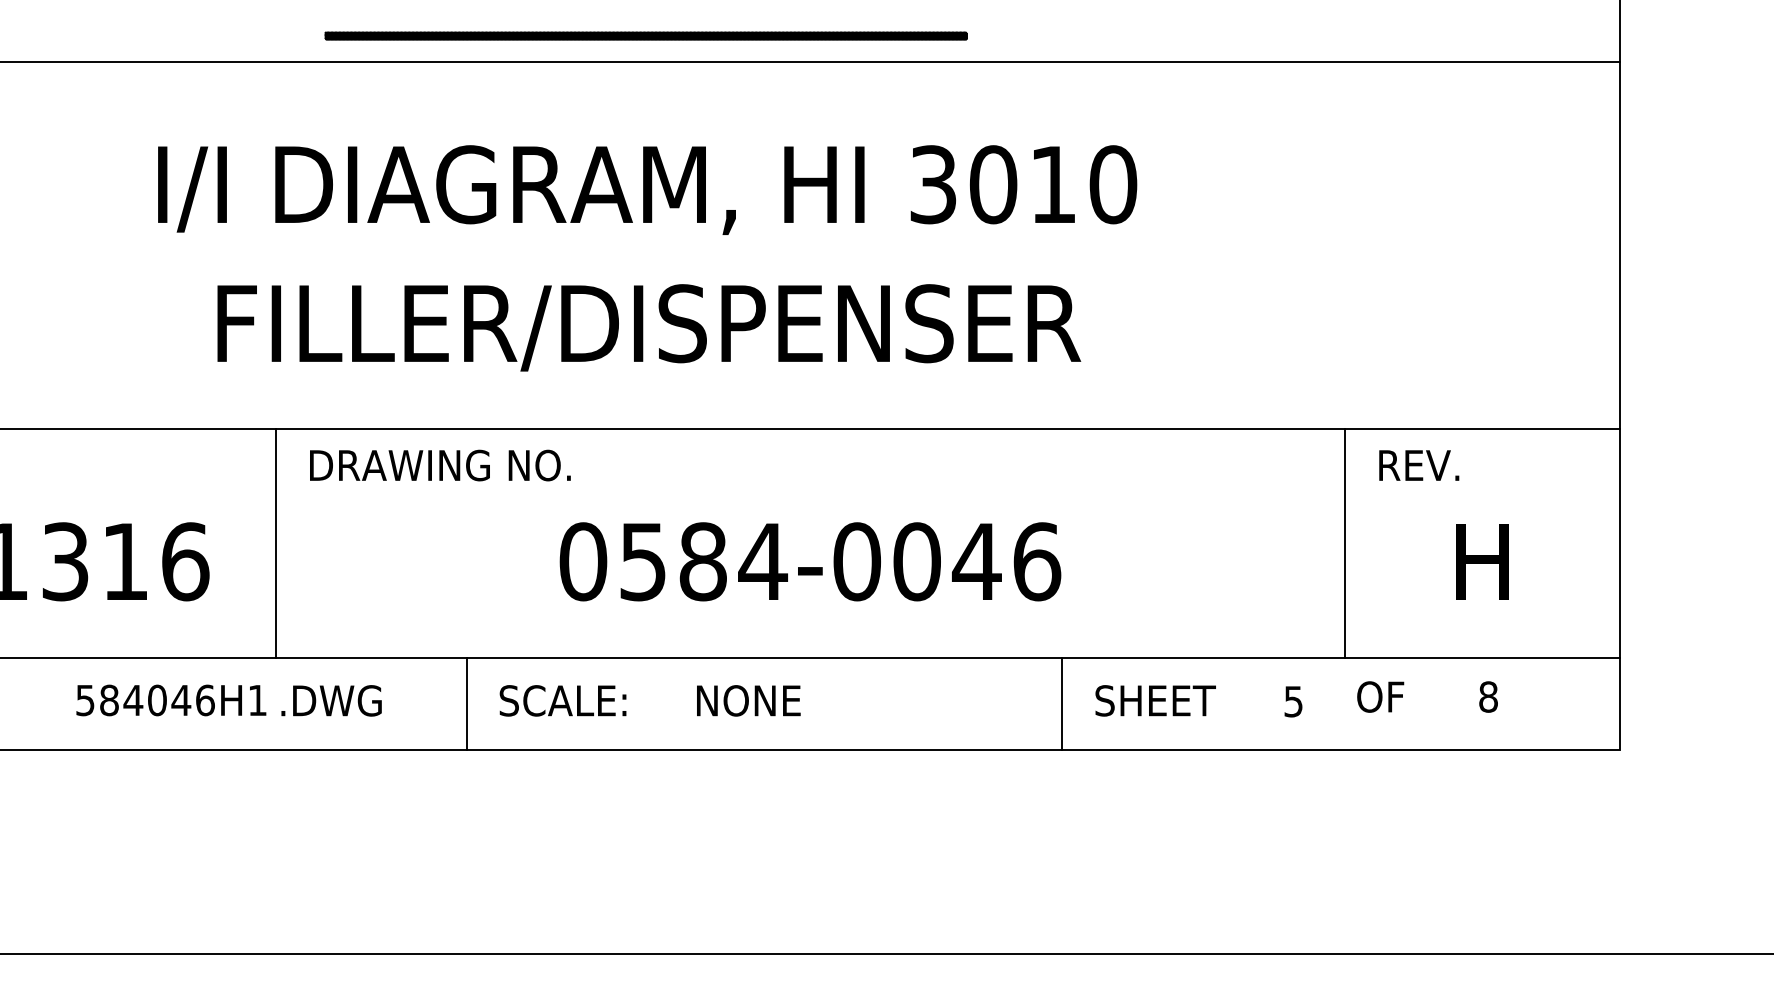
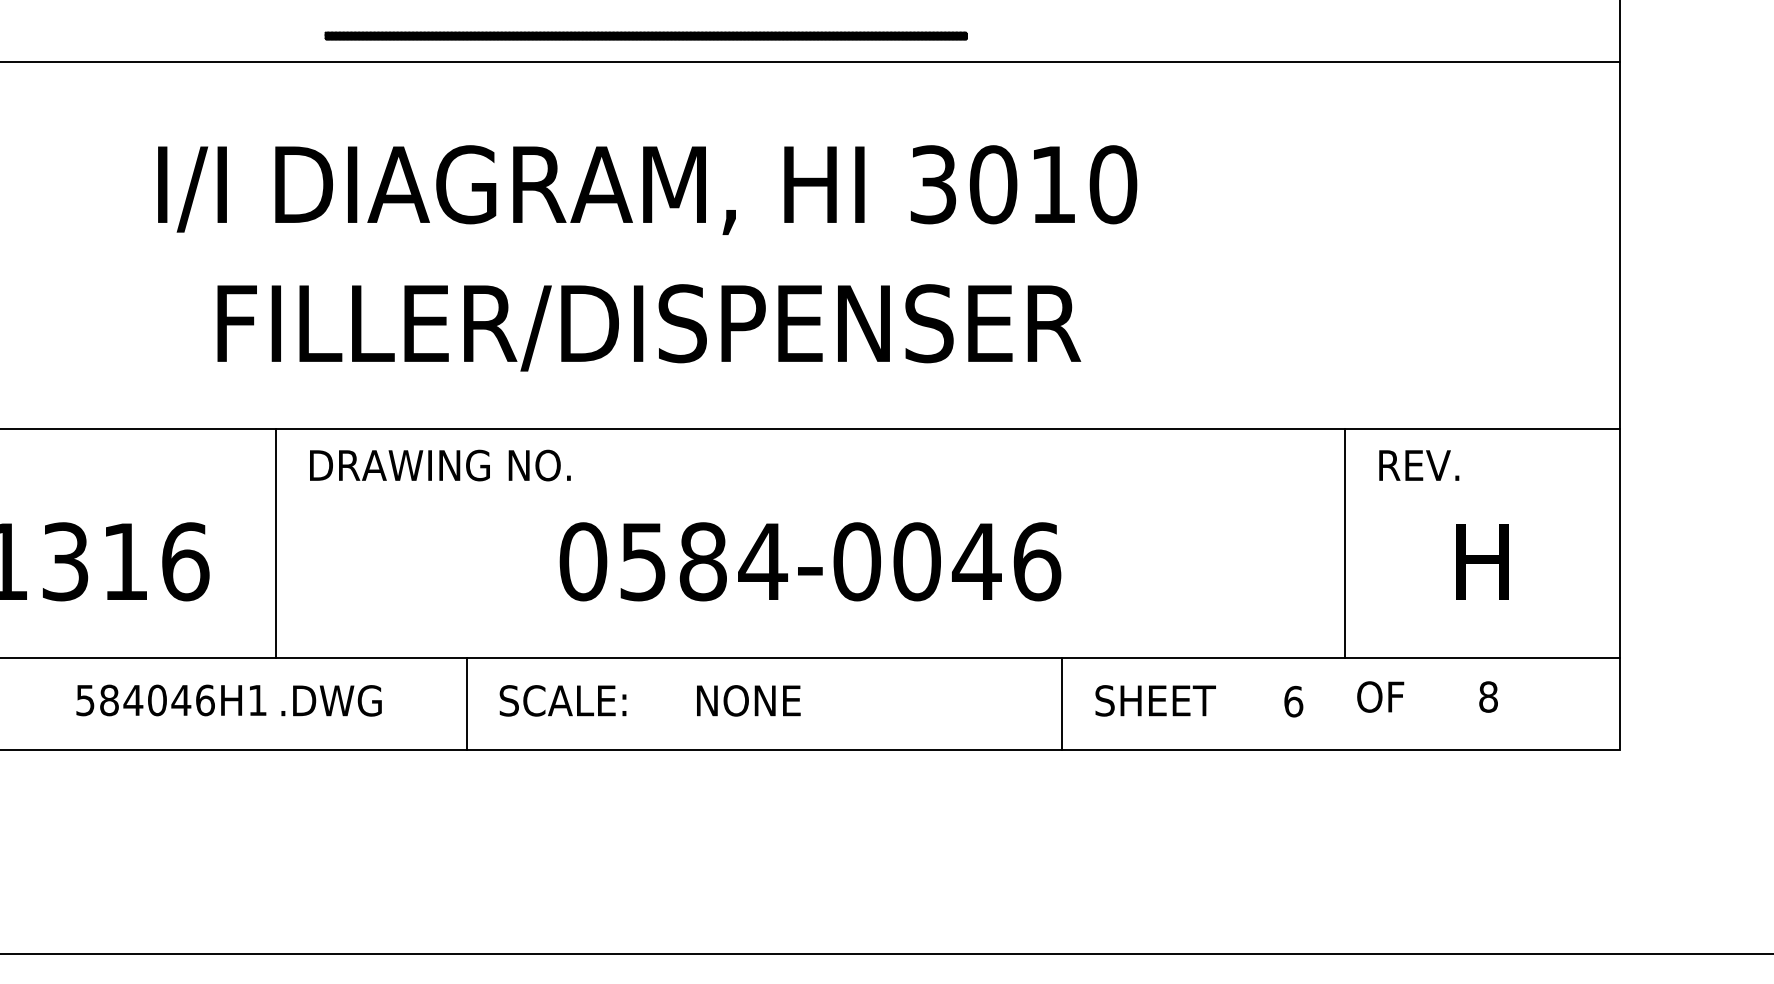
text at (1293, 701): 5 -> 6
